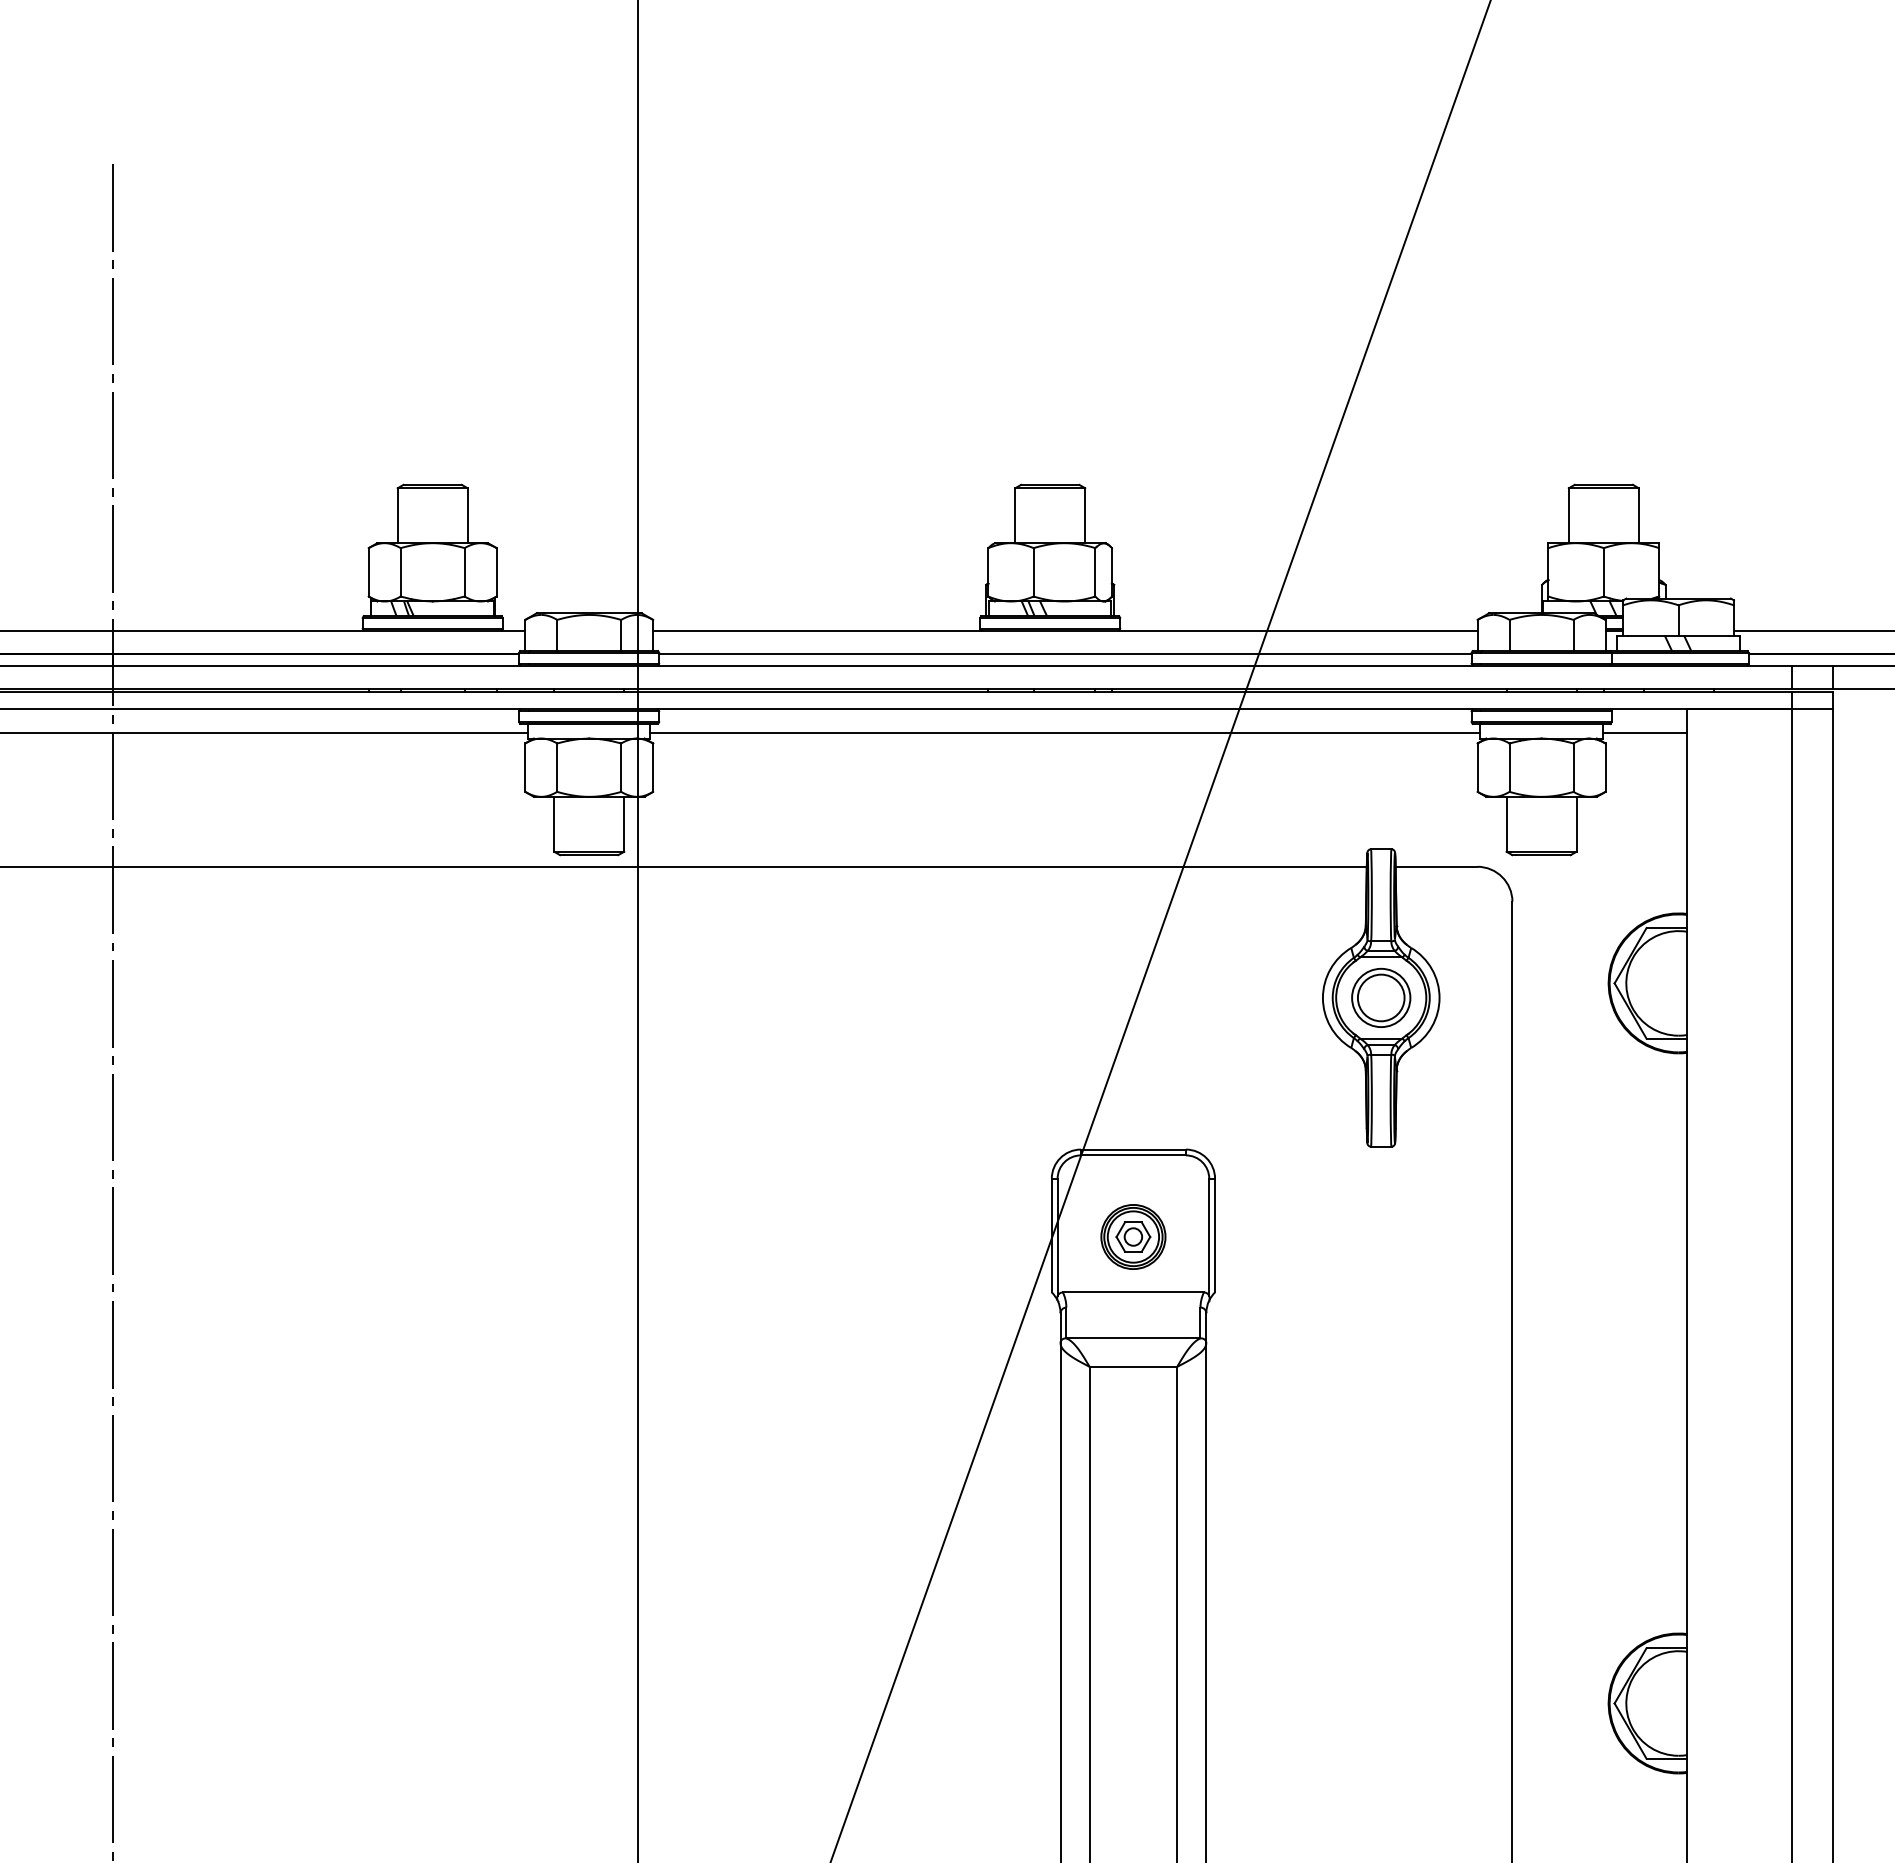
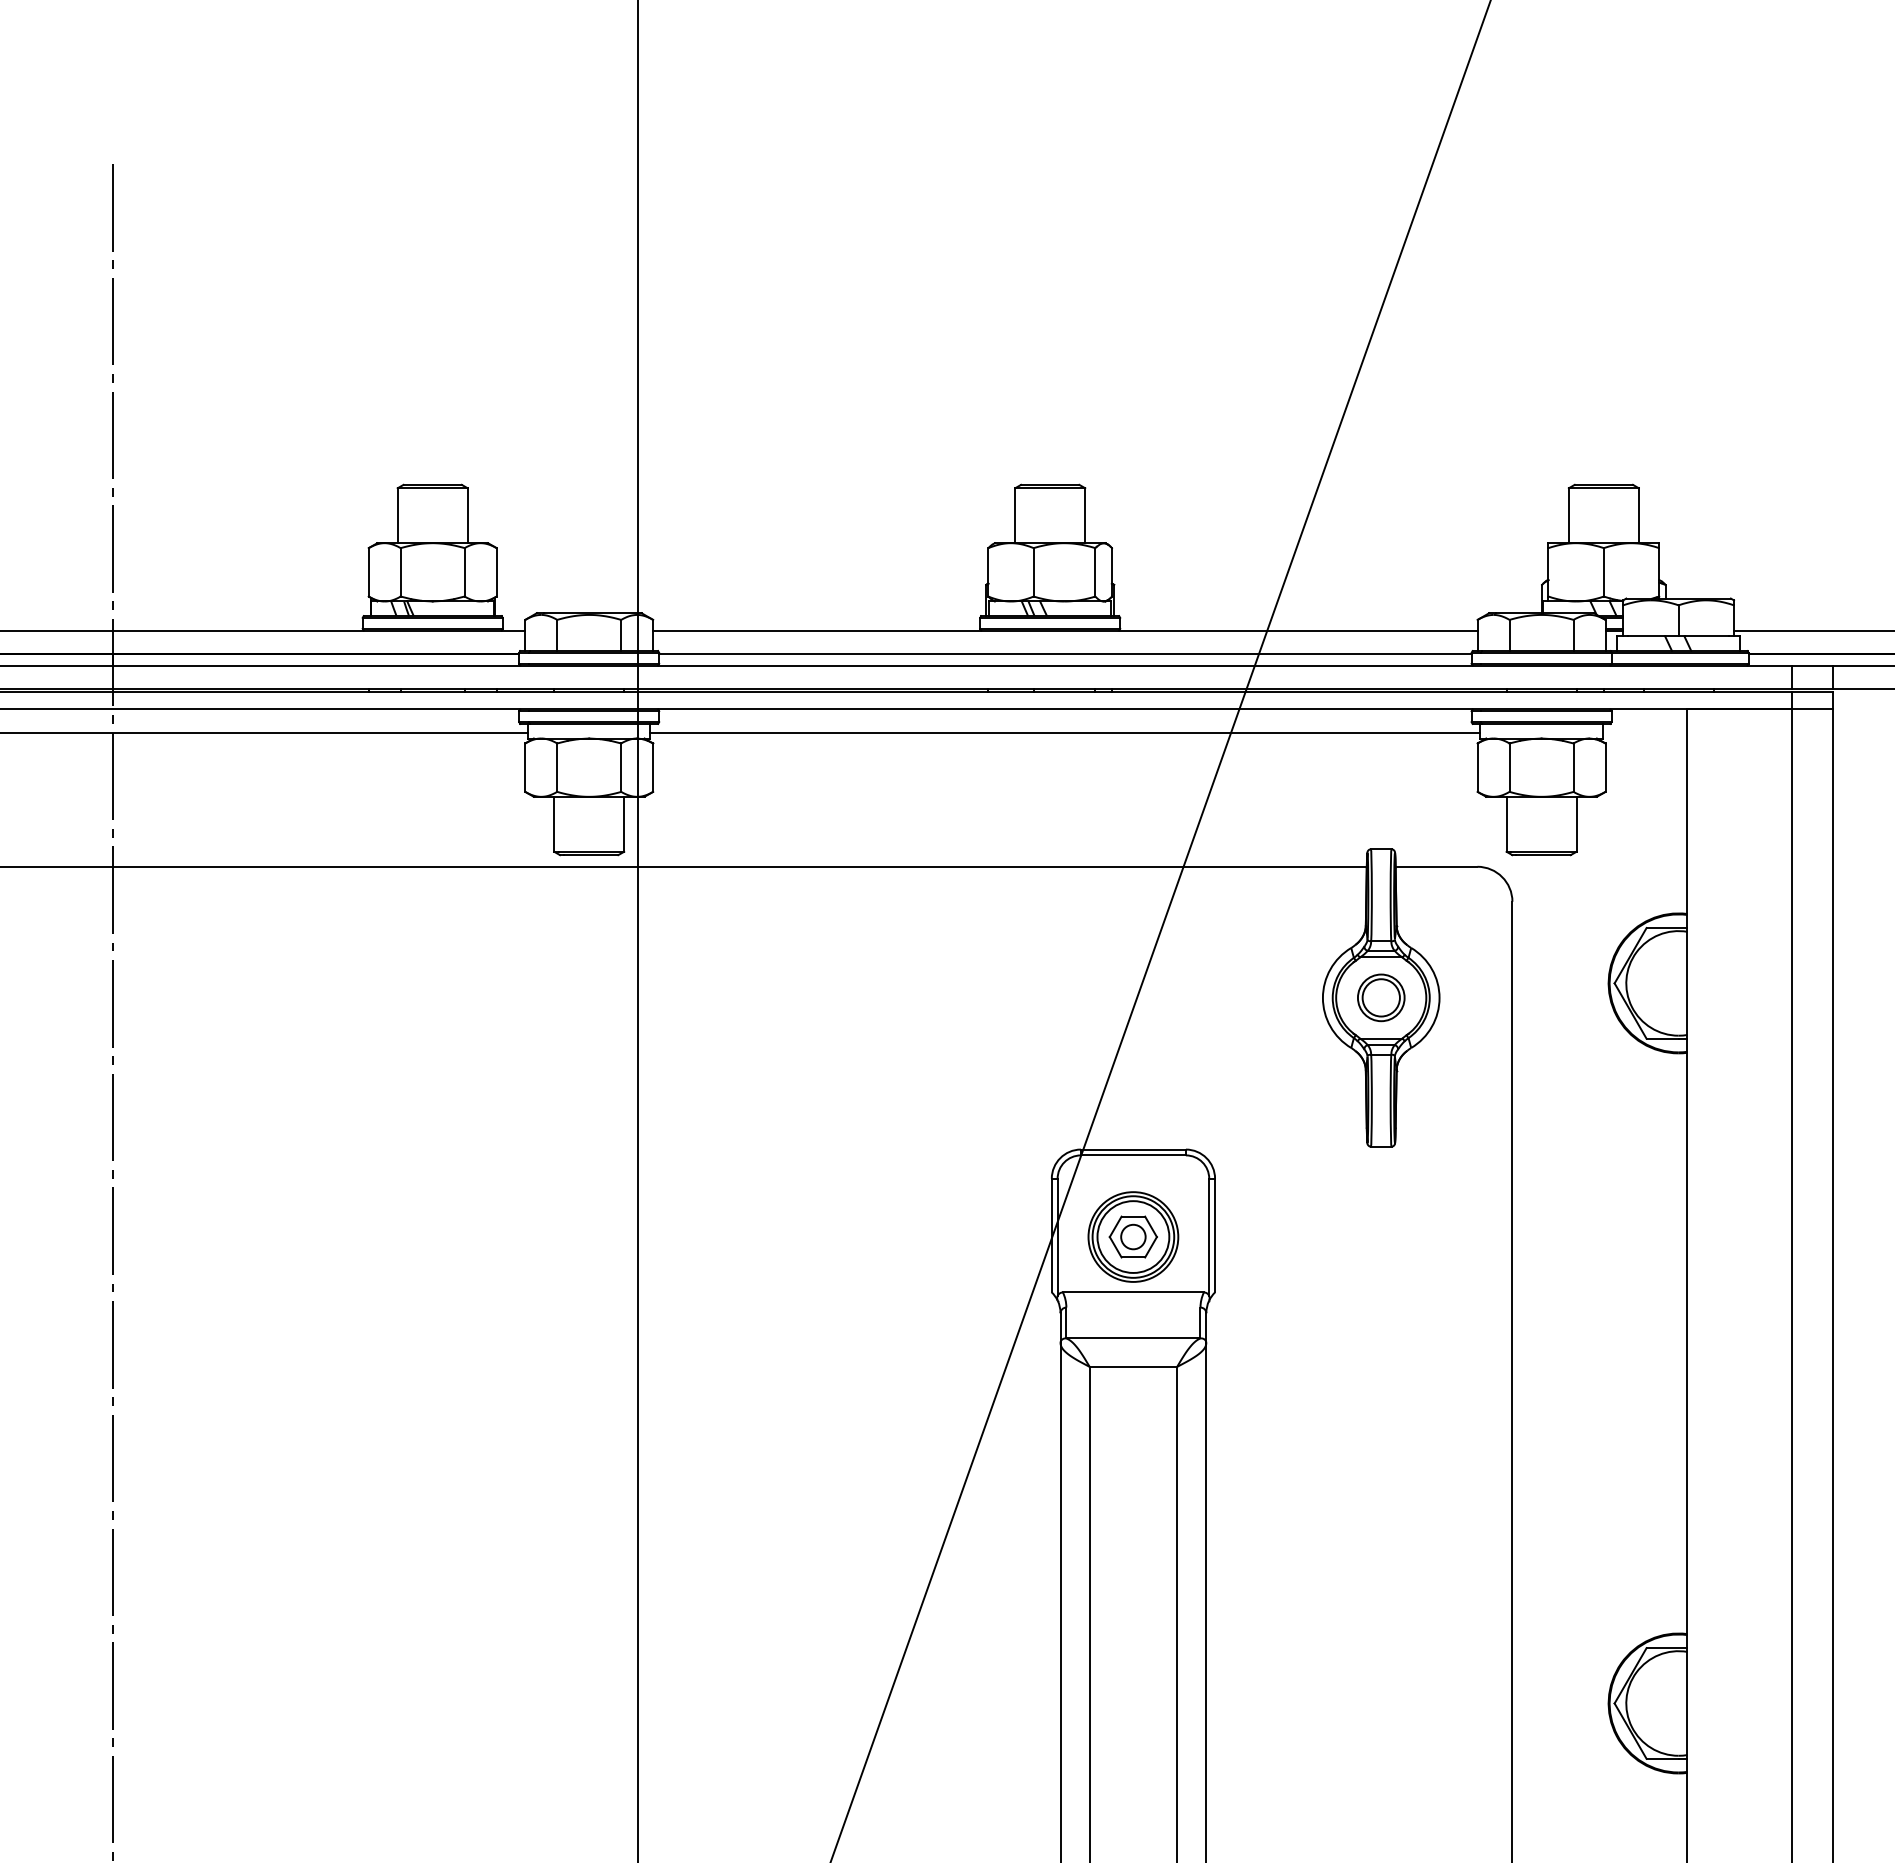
line at (1644, 732): present -> none
part at (1381, 997) size: 61x61 px -> 49x50 px
part at (1133, 1236) size: 67x66 px -> 93x92 px
